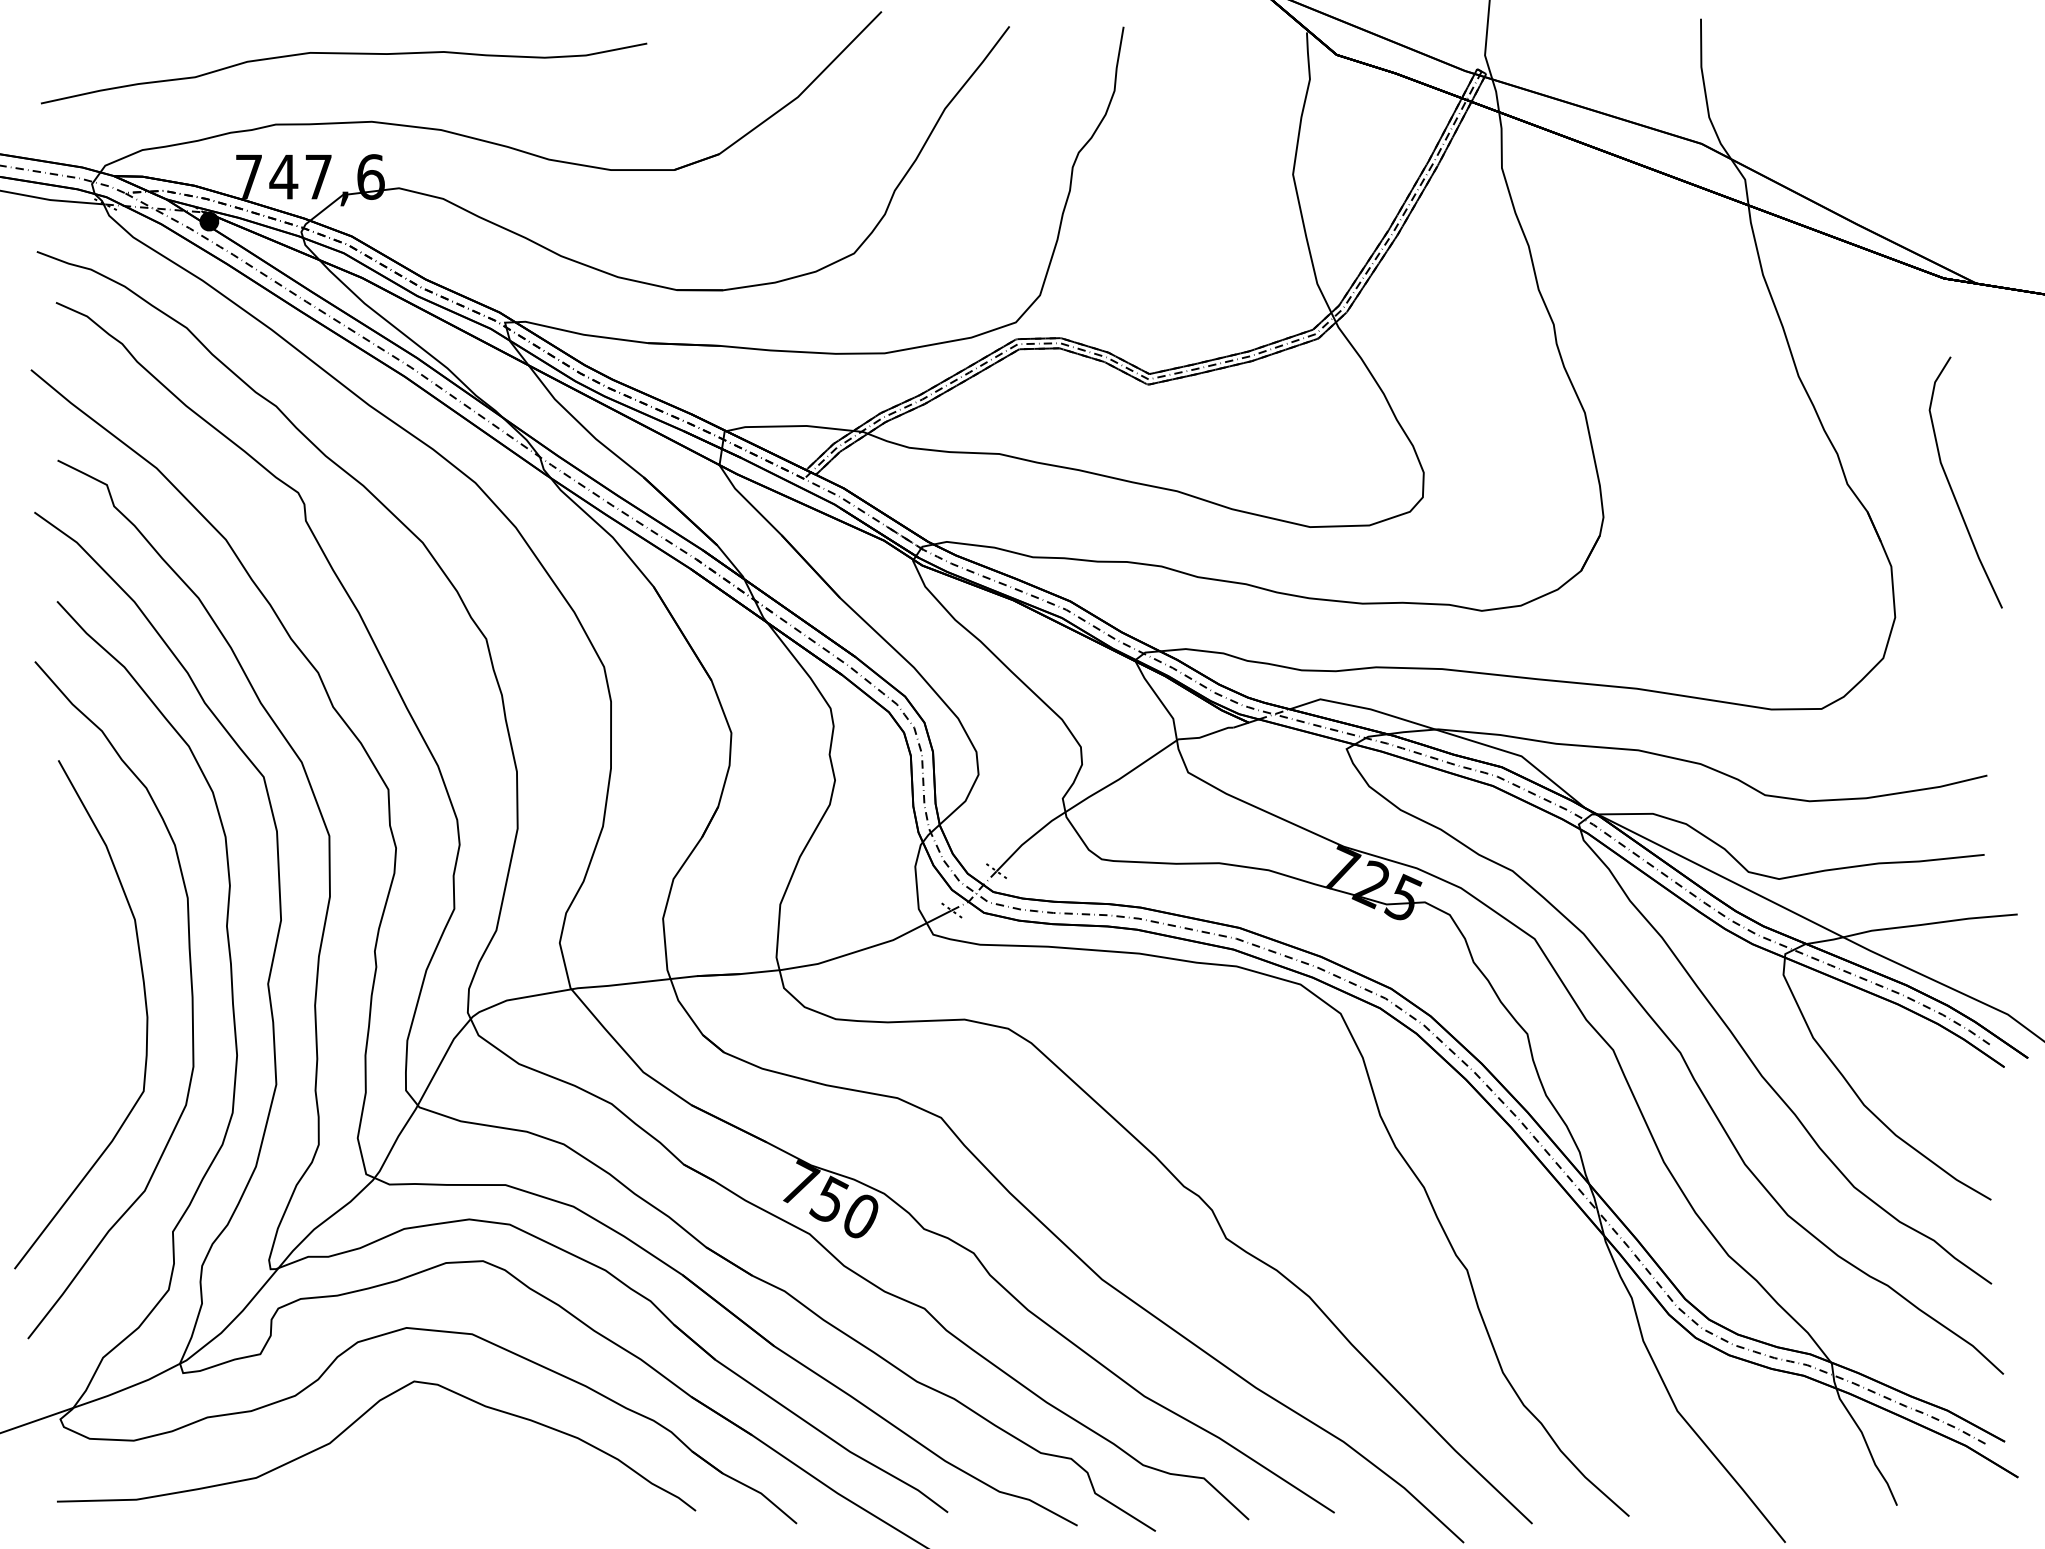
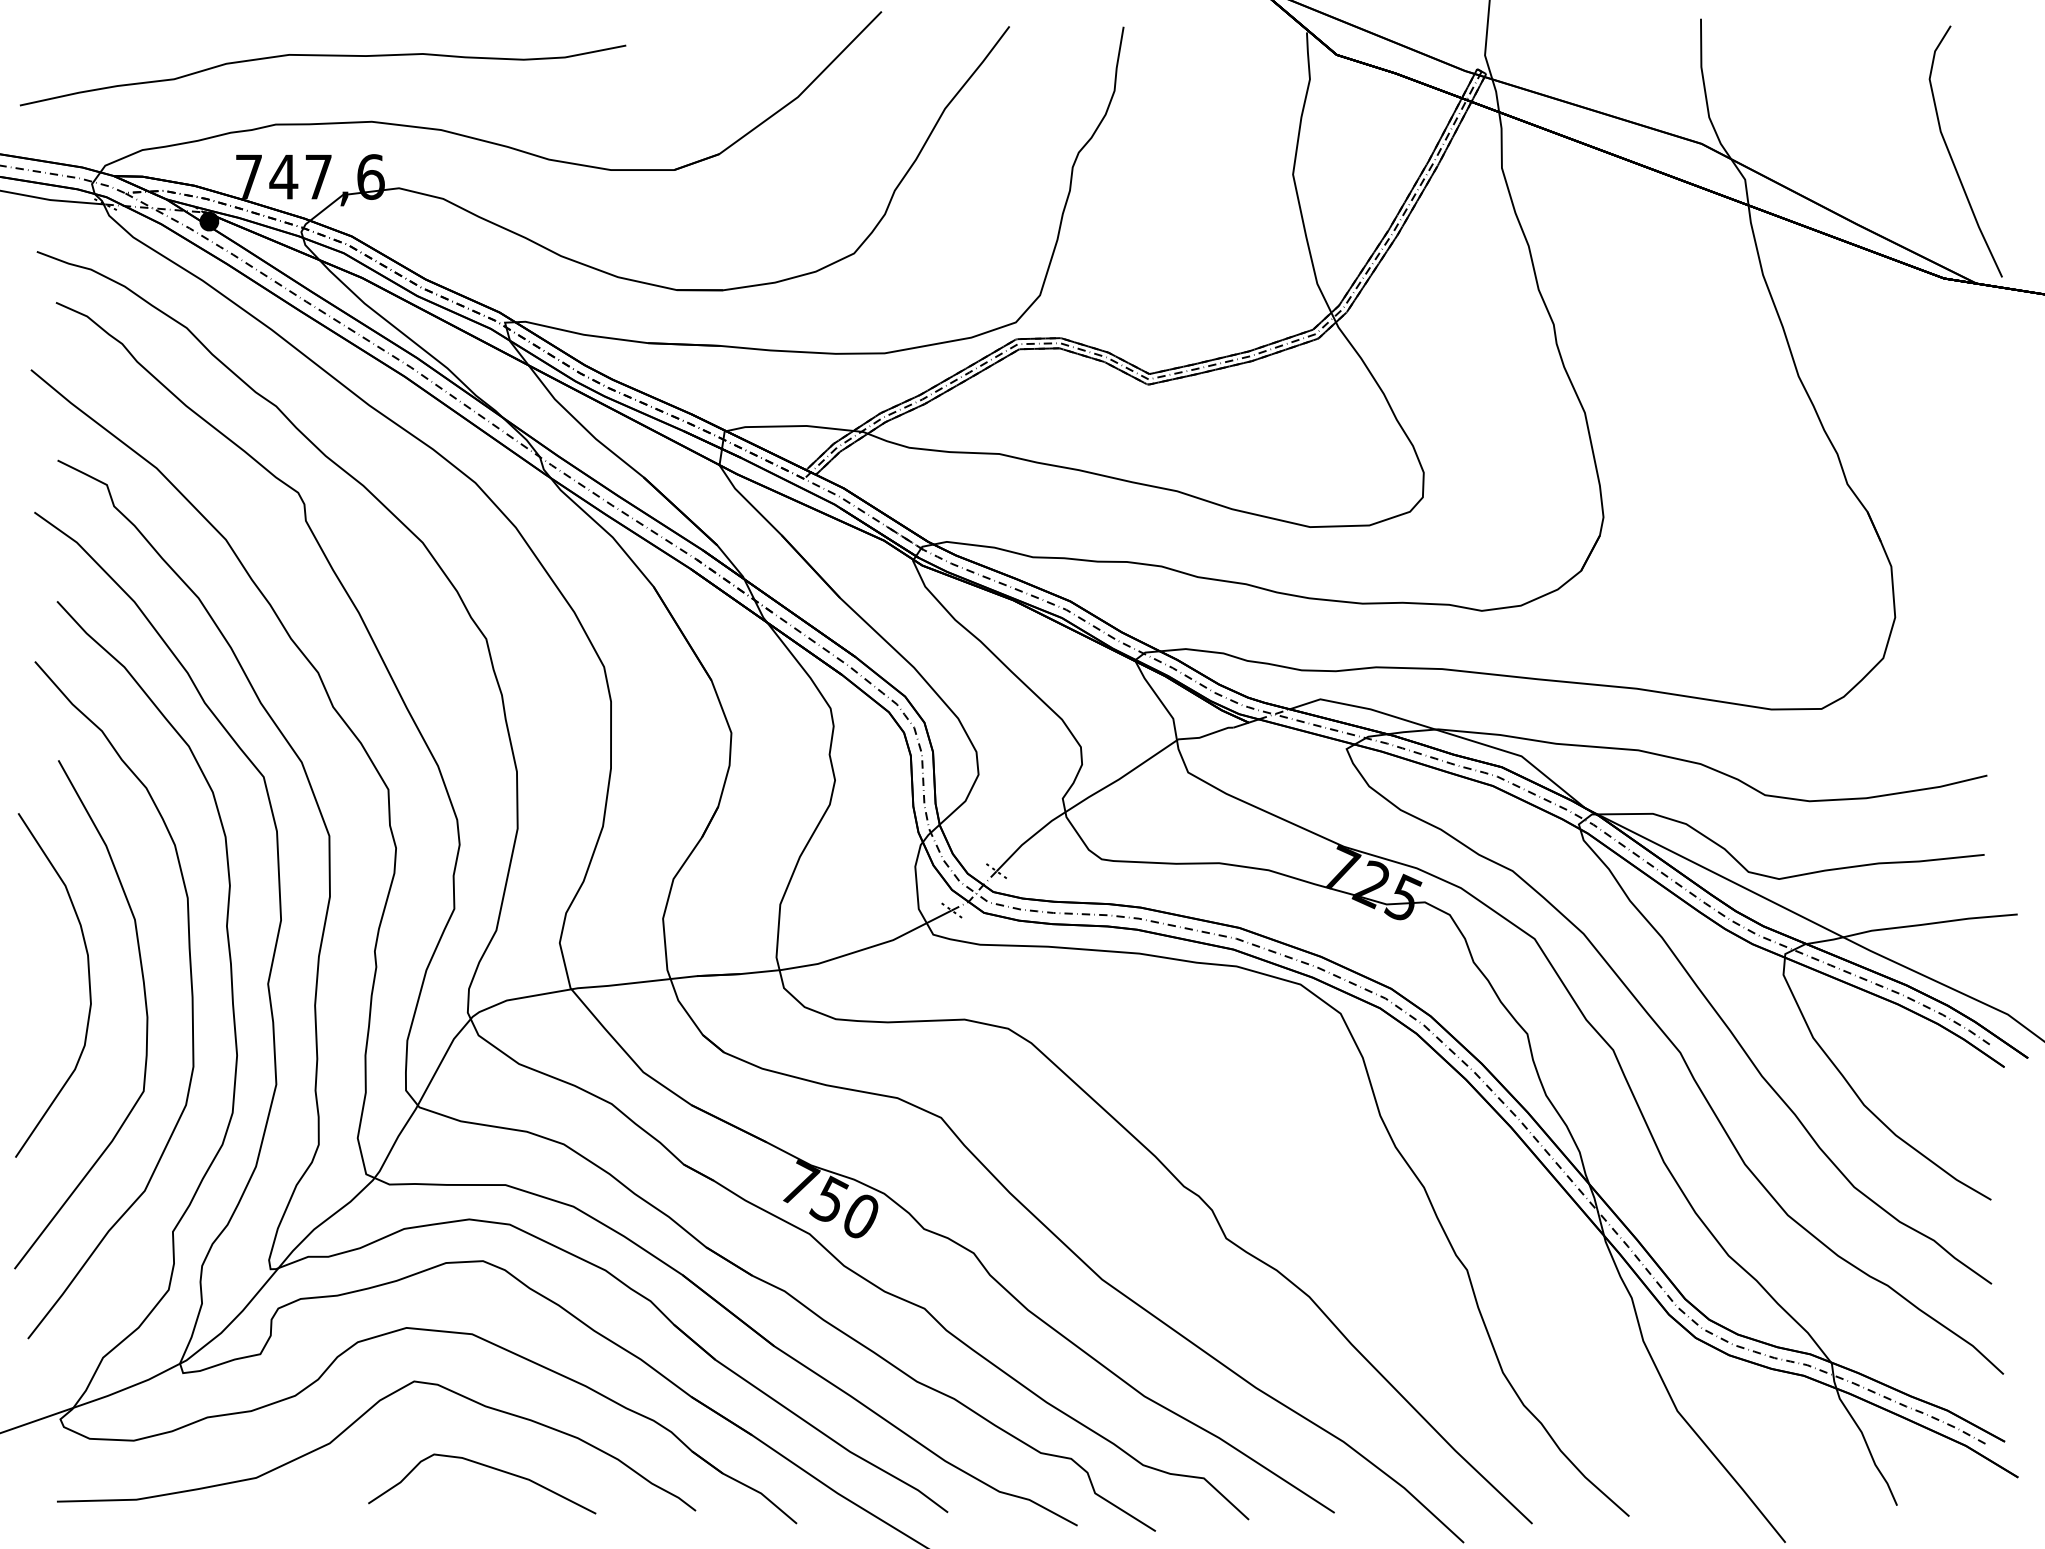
curve at (344, 54) position: (344, 54) -> (323, 56)
curve at (1952, 488) position: (1952, 488) -> (1952, 157)
curve at (88, 984): none -> present
curve at (487, 1467): none -> present
